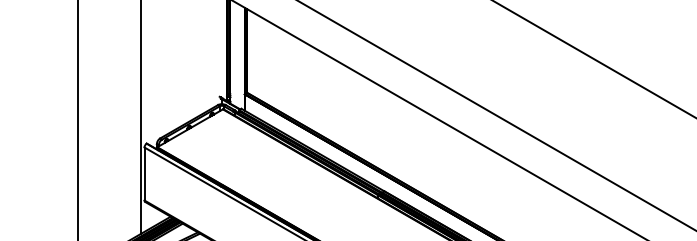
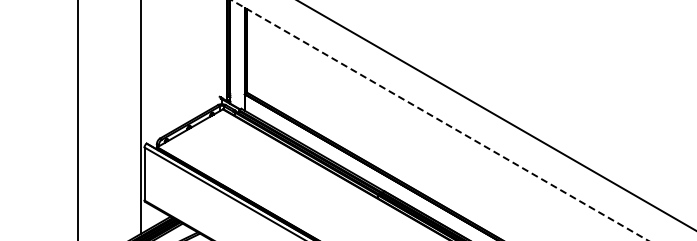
line at (594, 59): present -> none
line at (440, 120): solid -> dashed
